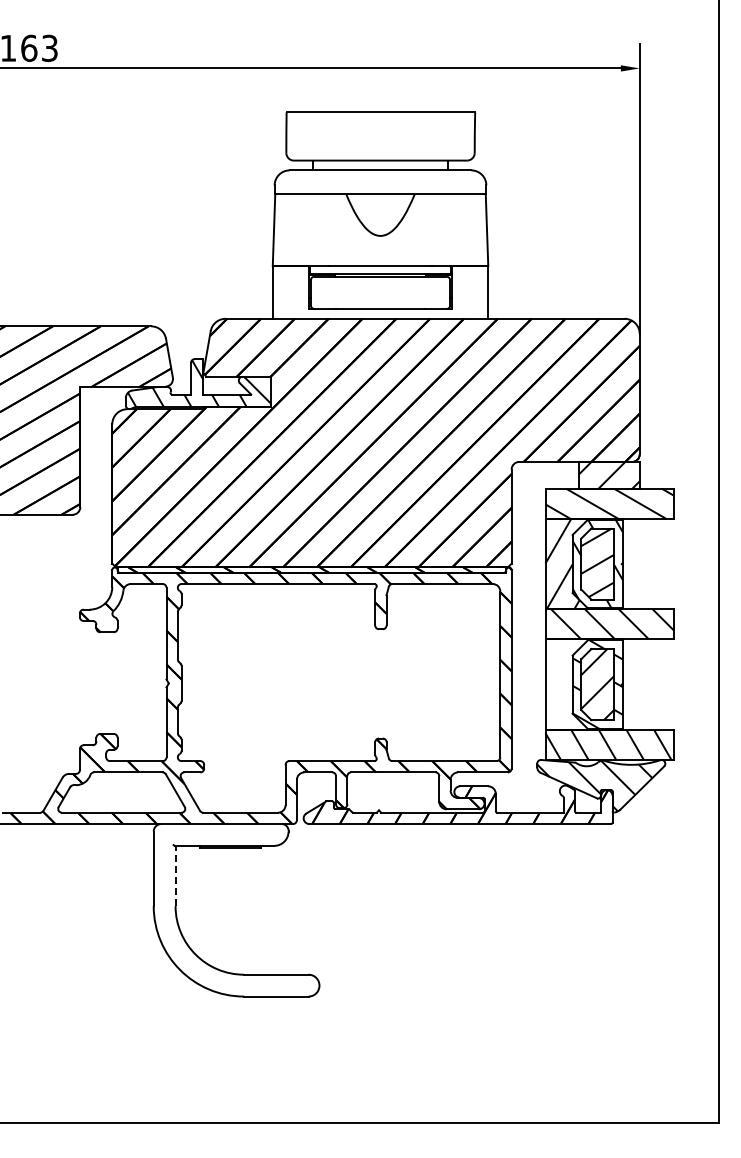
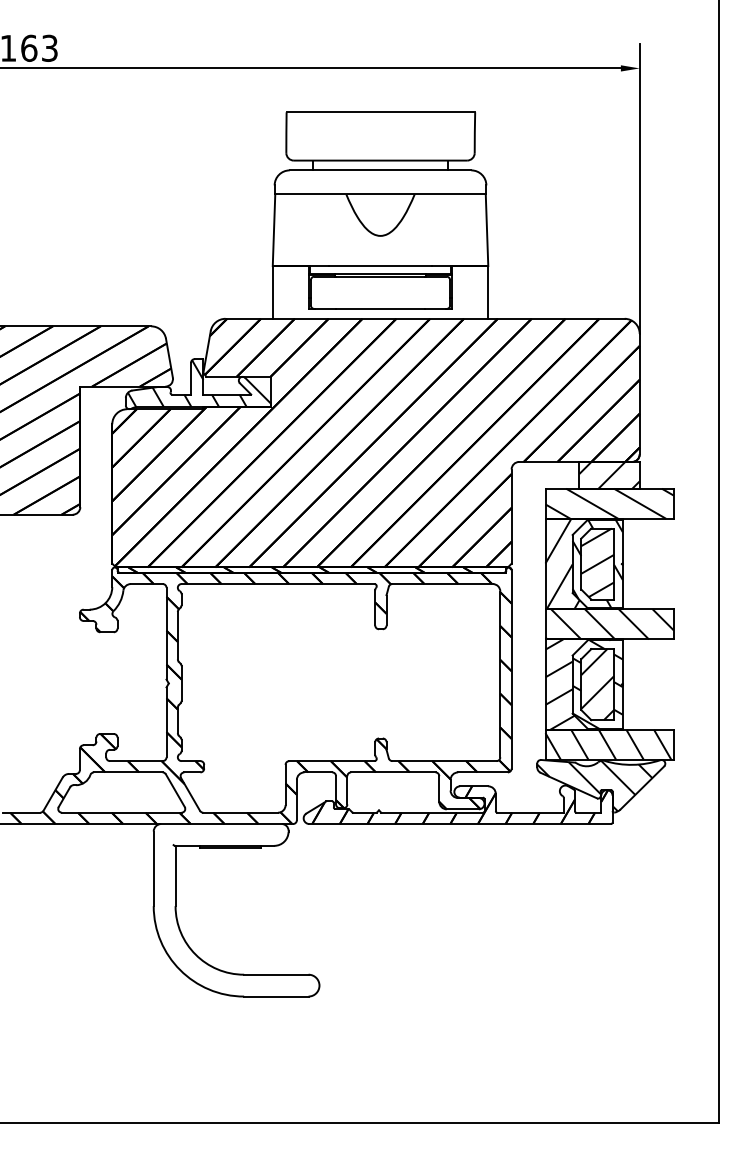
hatch at (578, 684): none -> present
line at (175, 875): dashed -> solid
